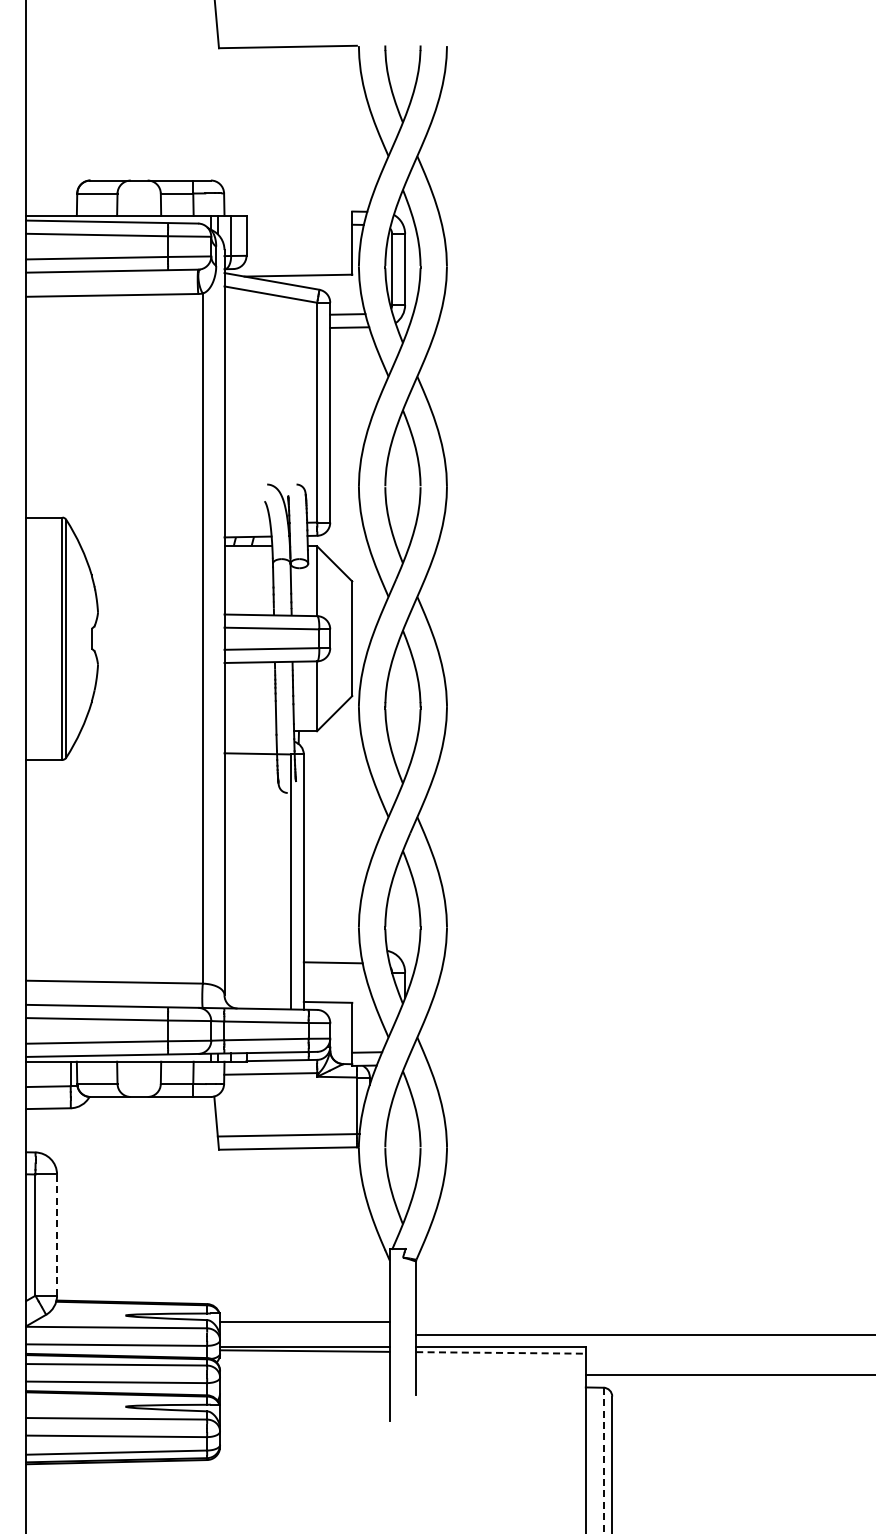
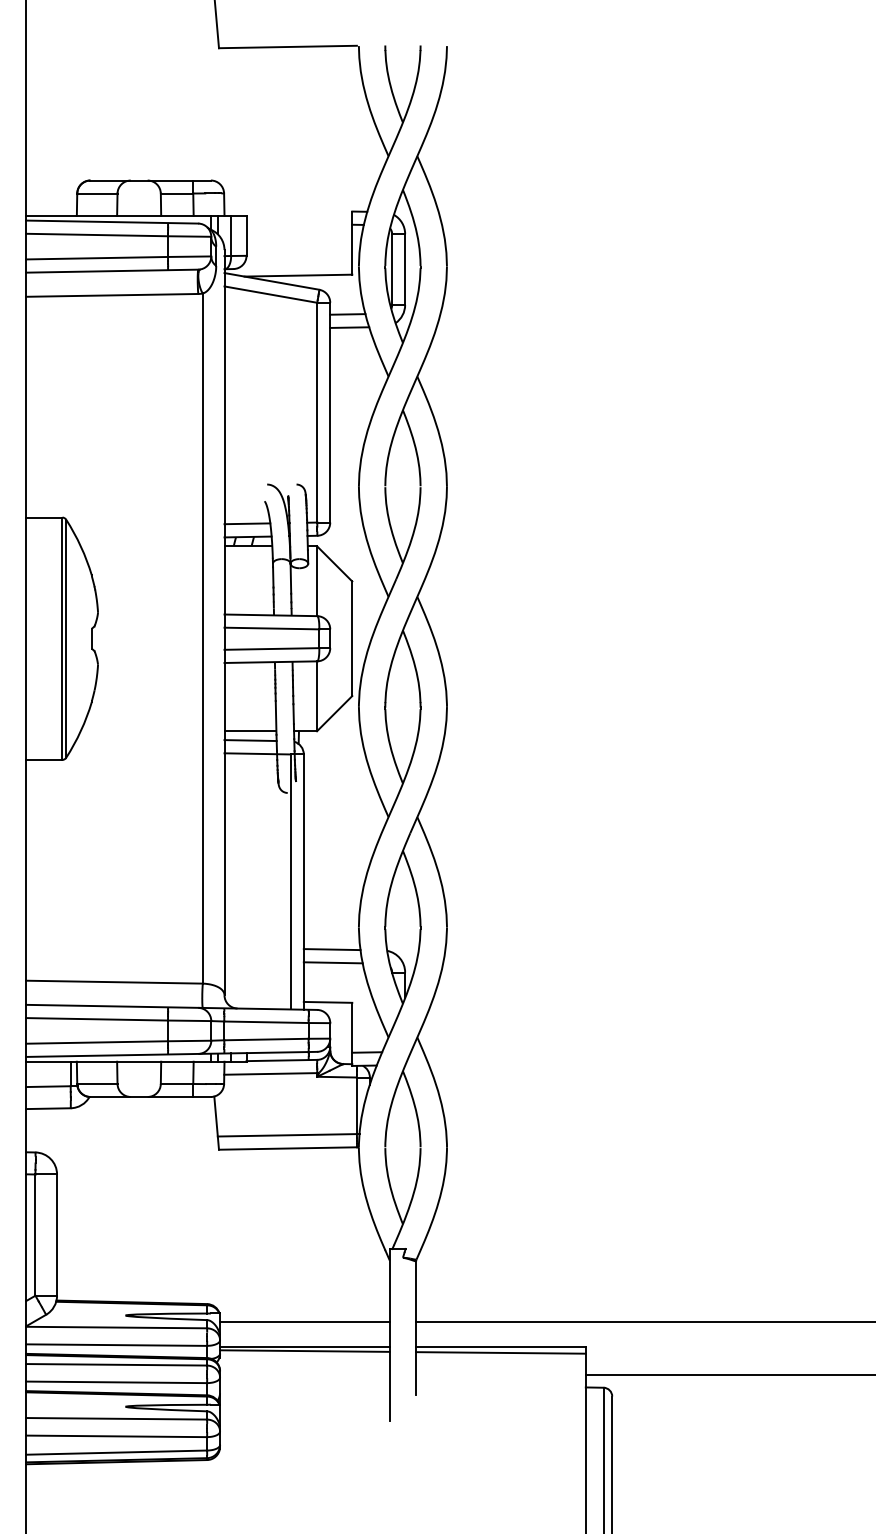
line at (247, 523): none -> present
line at (250, 731): none -> present
line at (250, 740): none -> present
line at (331, 949): none -> present
line at (57, 1235): dashed -> solid
line at (644, 1334) position: (644, 1334) -> (644, 1321)
line at (500, 1352): dashed -> solid
line at (603, 1460): dashed -> solid
